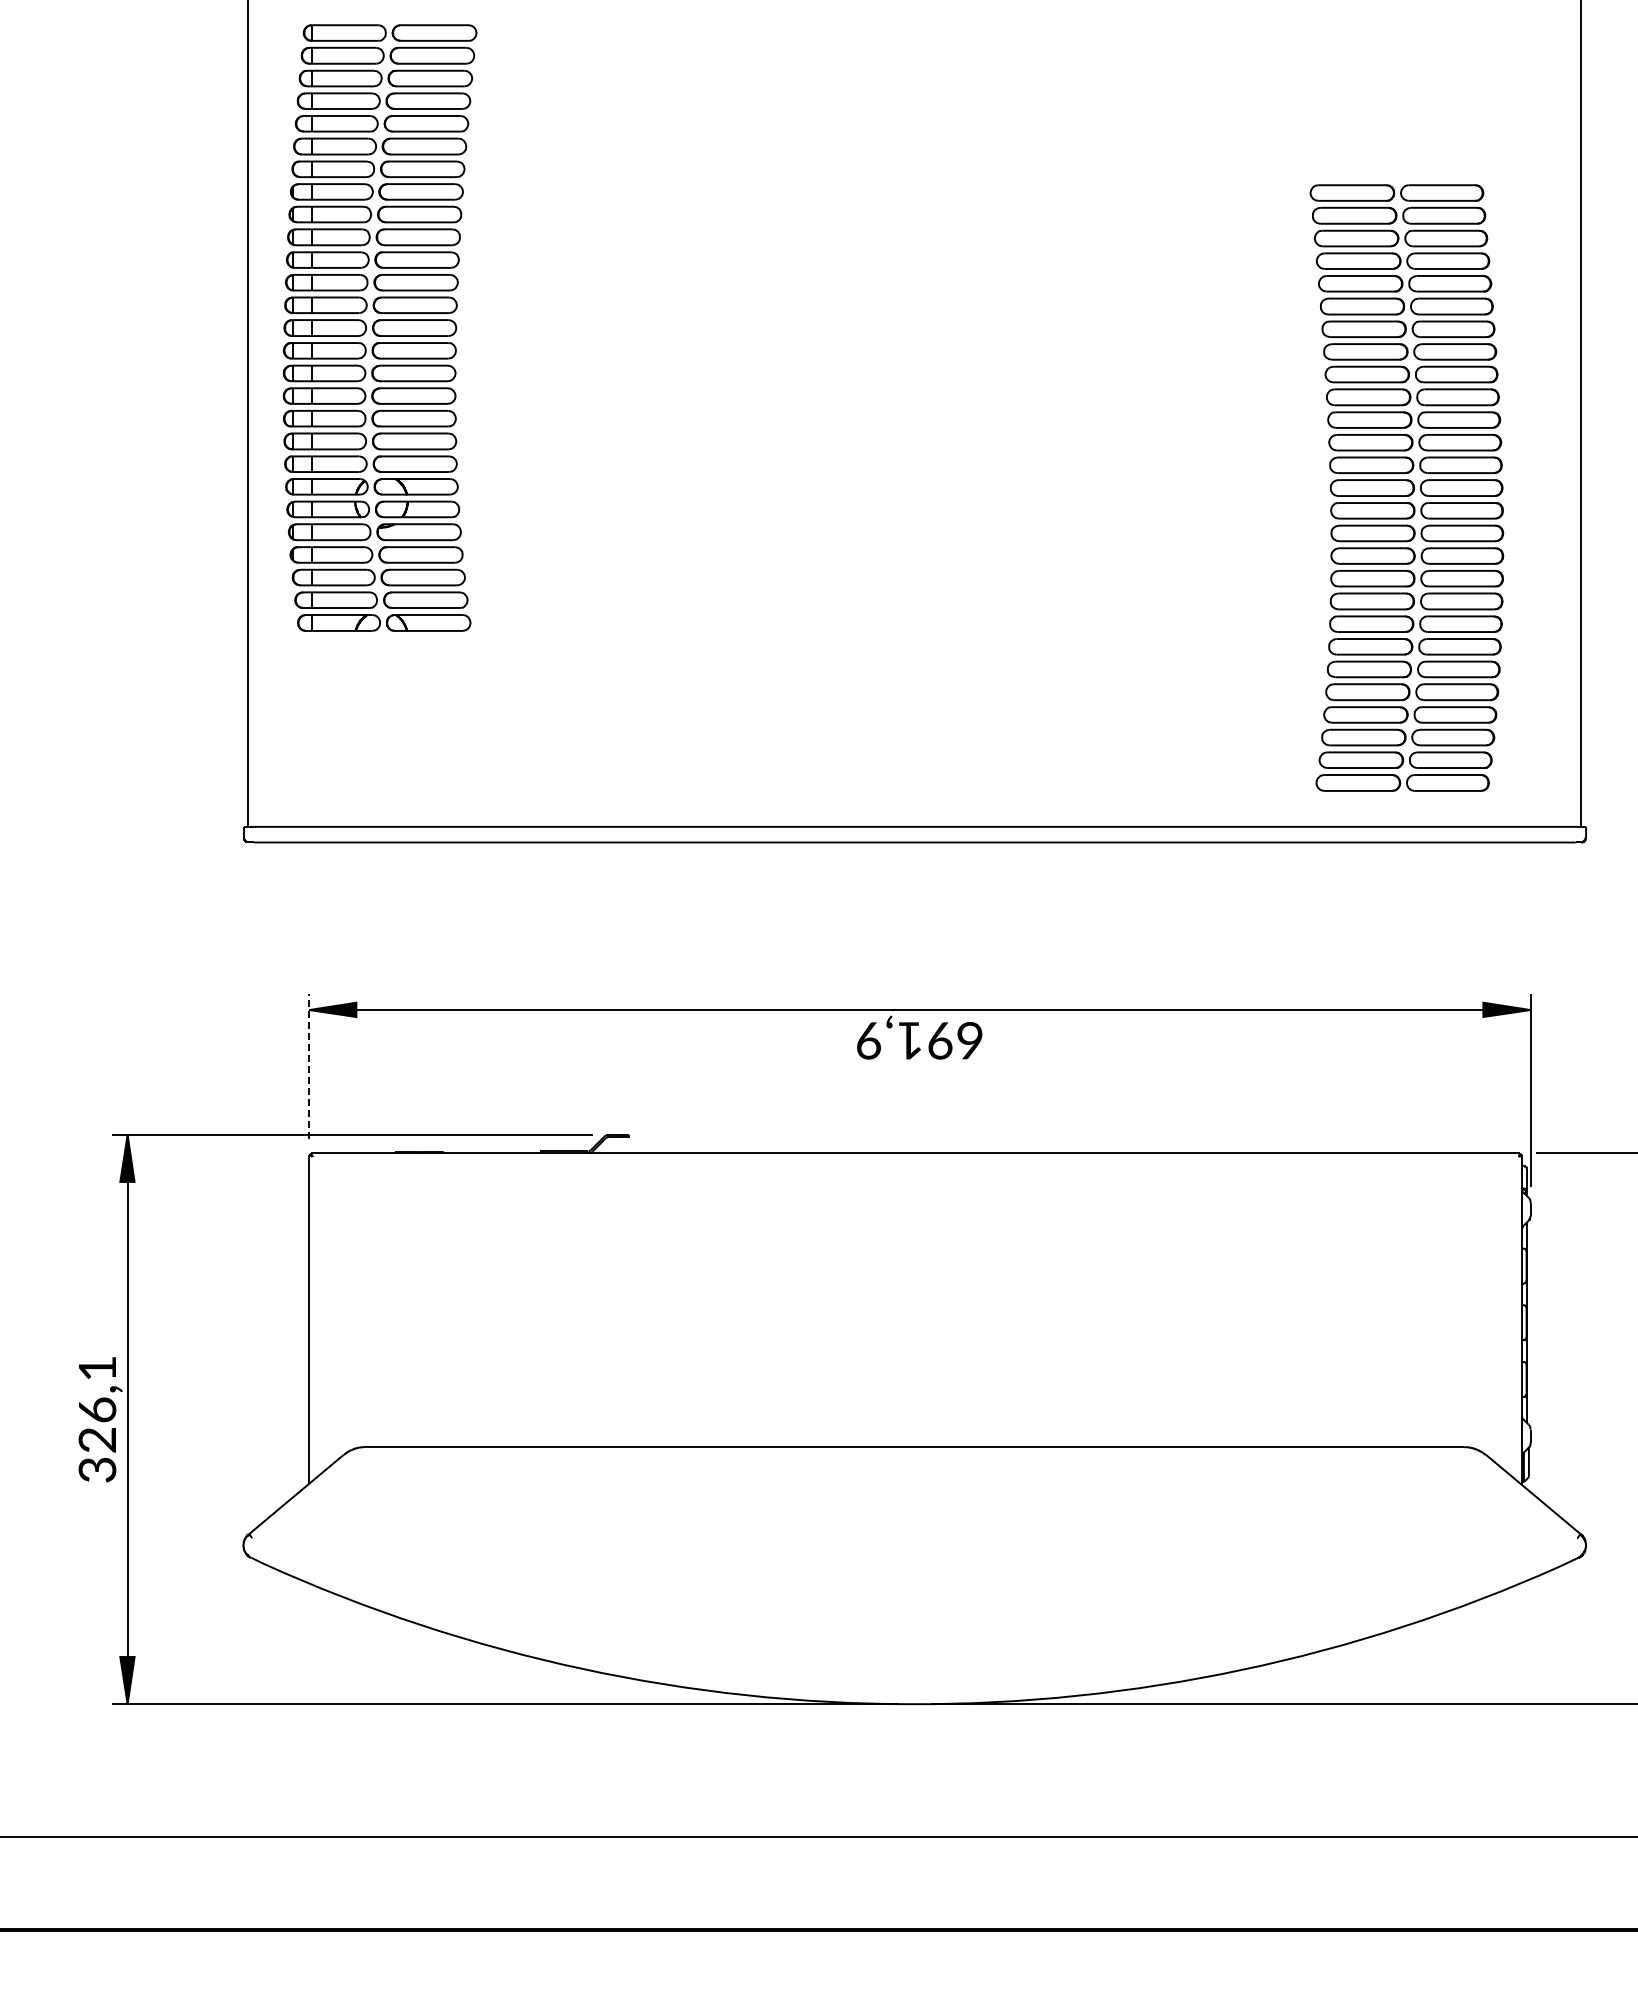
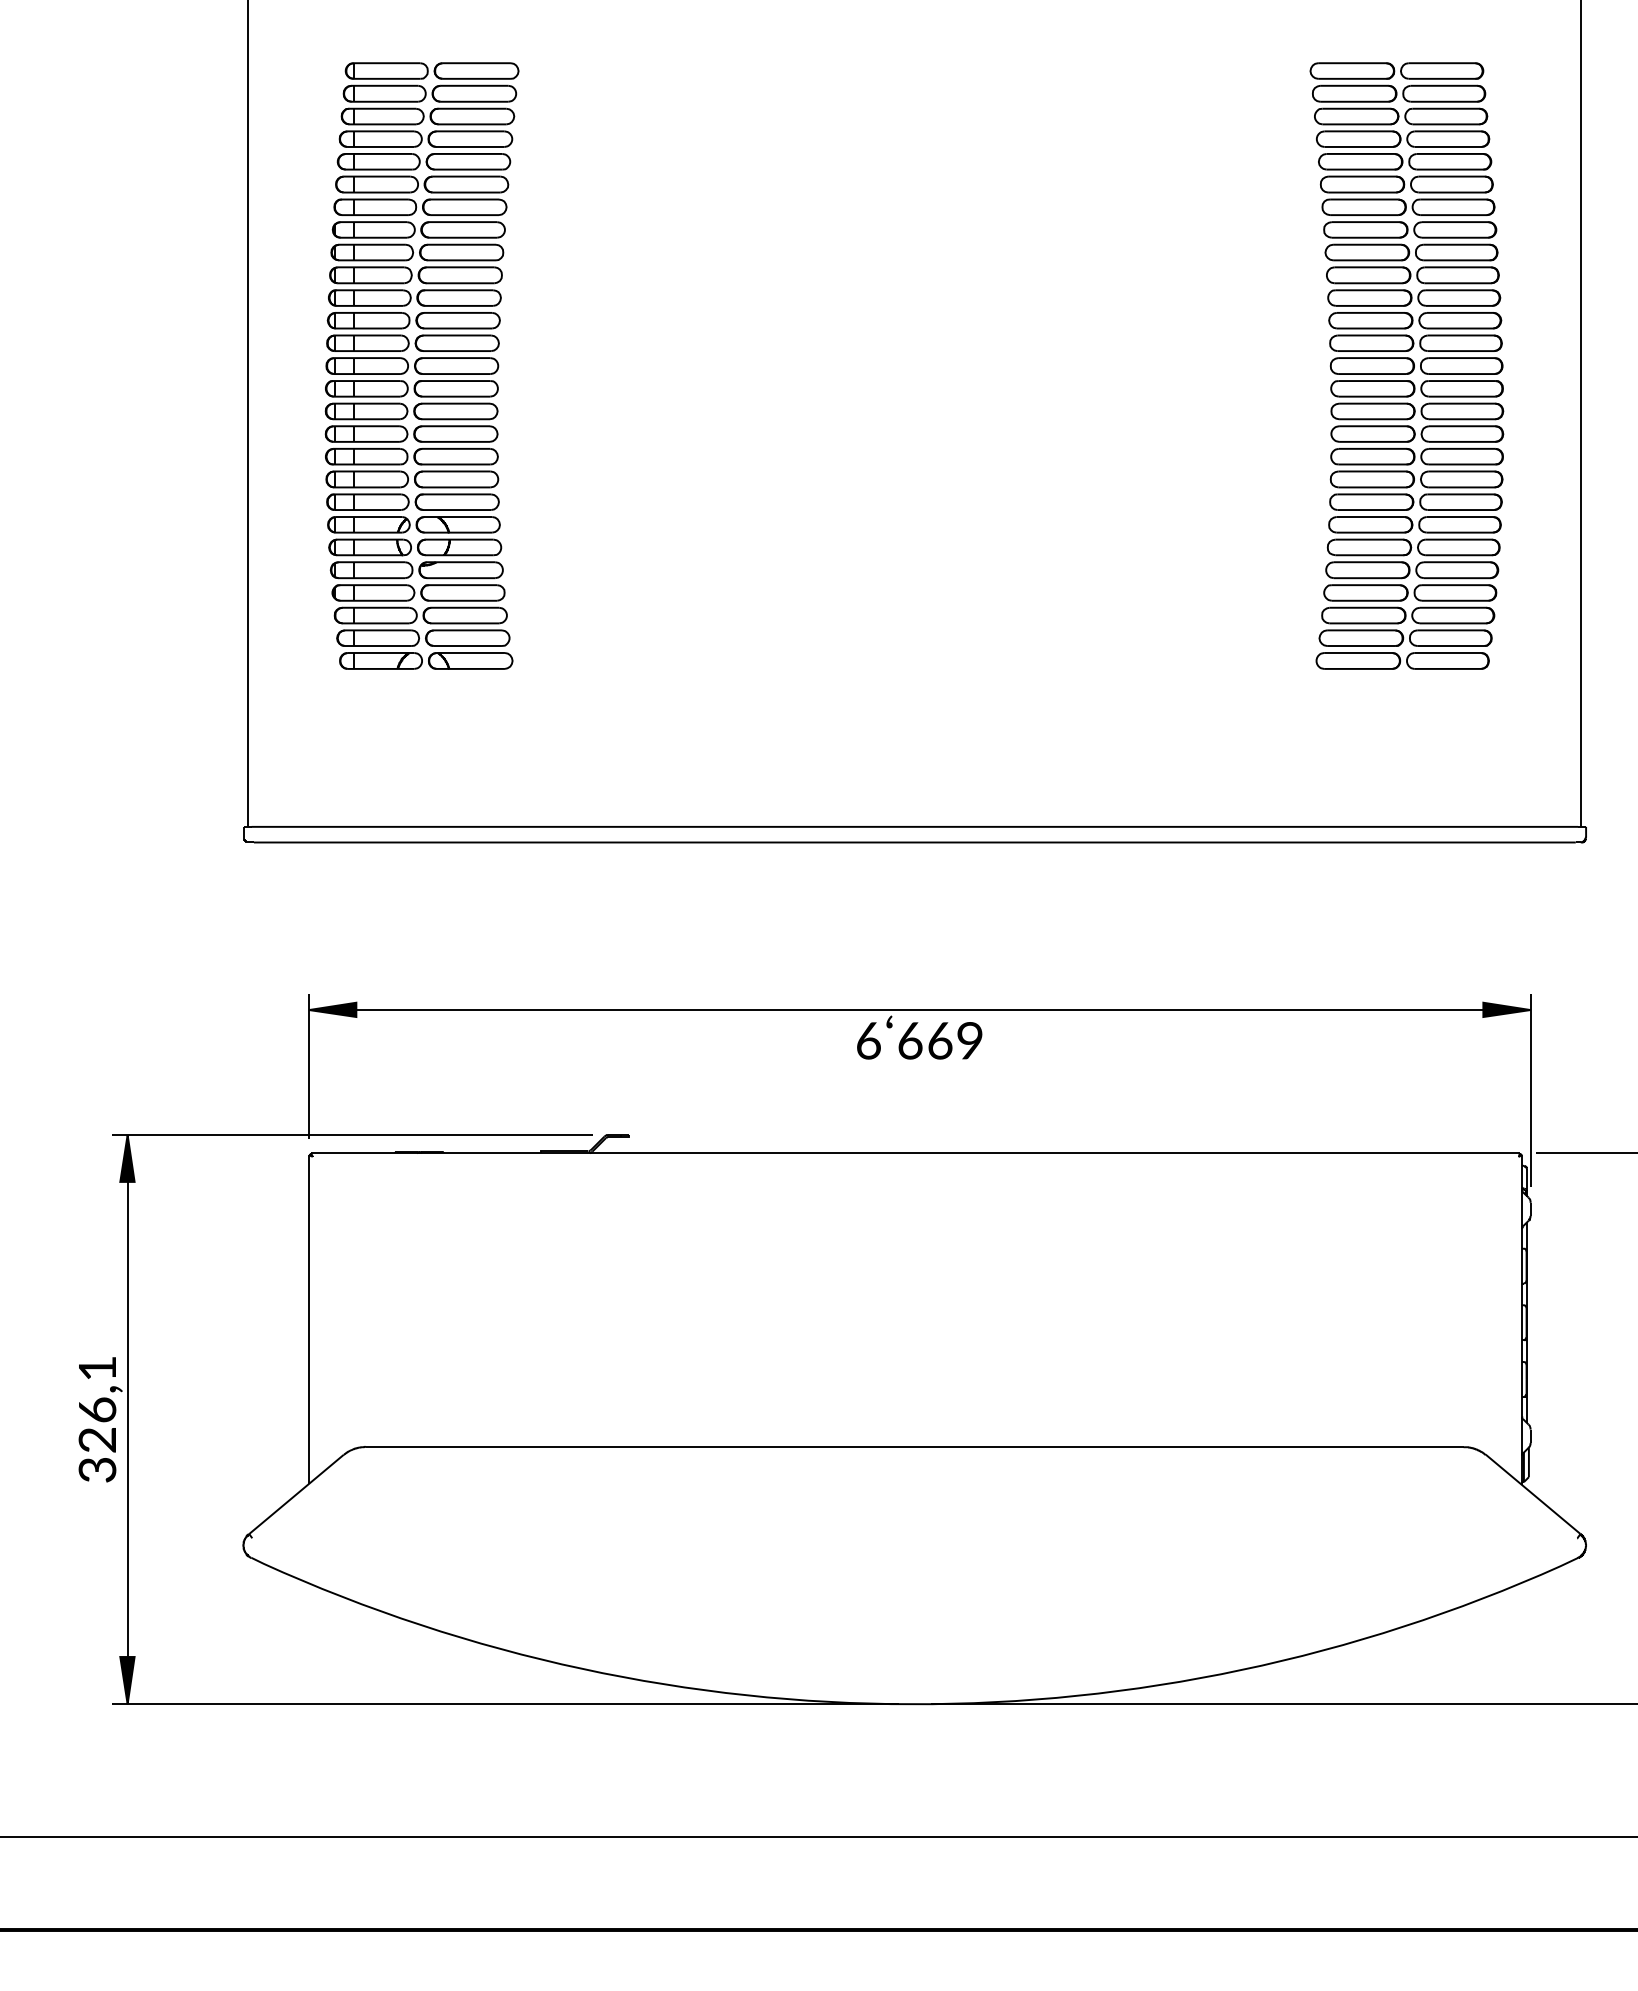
part at (379, 327) position: (379, 327) -> (421, 365)
part at (1406, 487) position: (1406, 487) -> (1406, 365)
text at (910, 1040): 691,9 -> 699,9
line at (309, 1066): dashed -> solid
